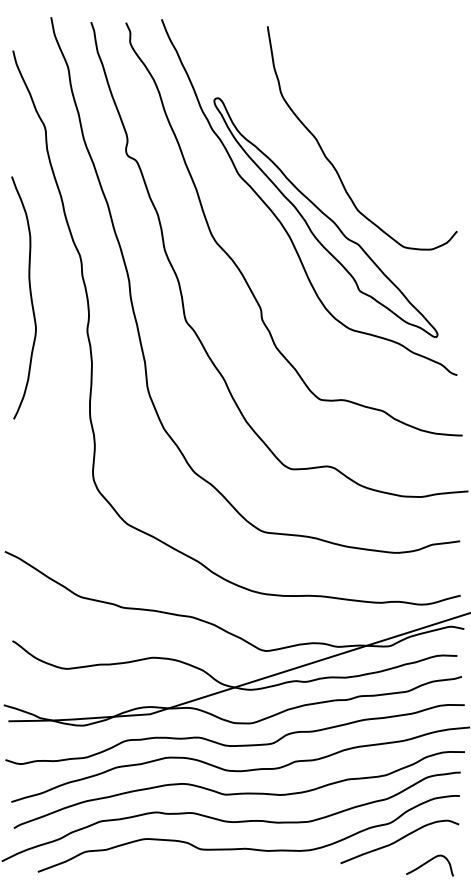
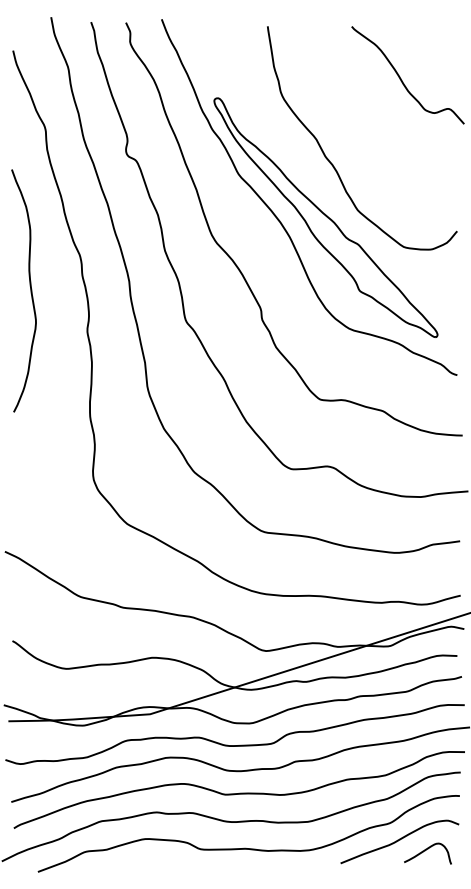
curve at (401, 78): none -> present
curve at (30, 297) position: (30, 297) -> (30, 290)
curve at (427, 863) position: (427, 863) -> (425, 851)
